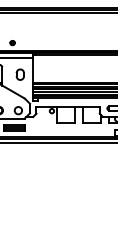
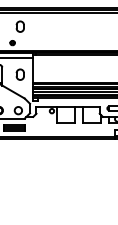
part at (19, 26): none -> present
line at (58, 142): present -> none
